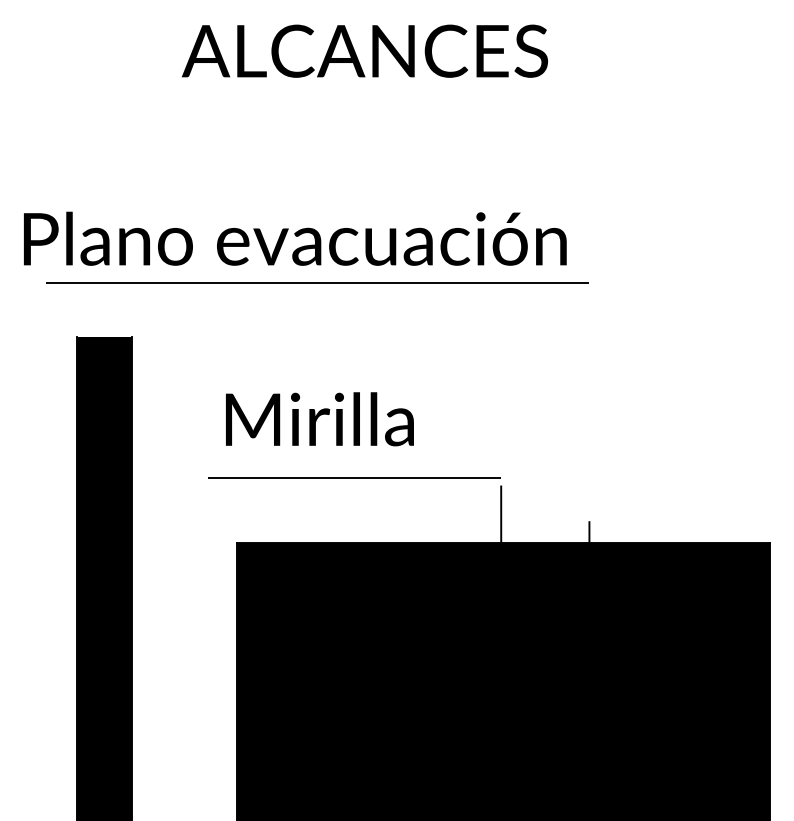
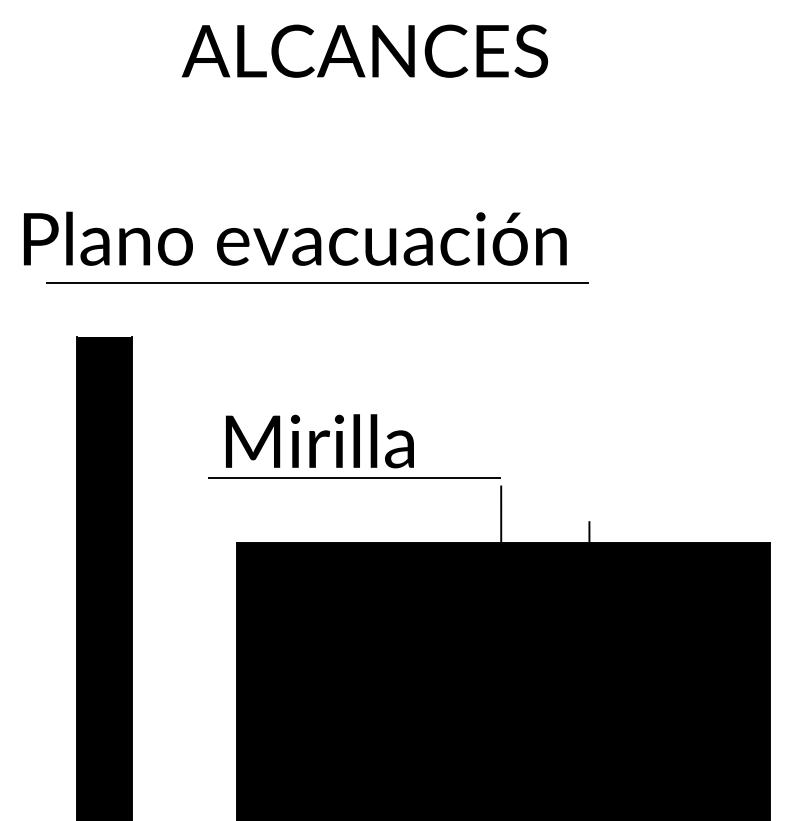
text at (319, 419) position: (319, 419) -> (319, 441)
